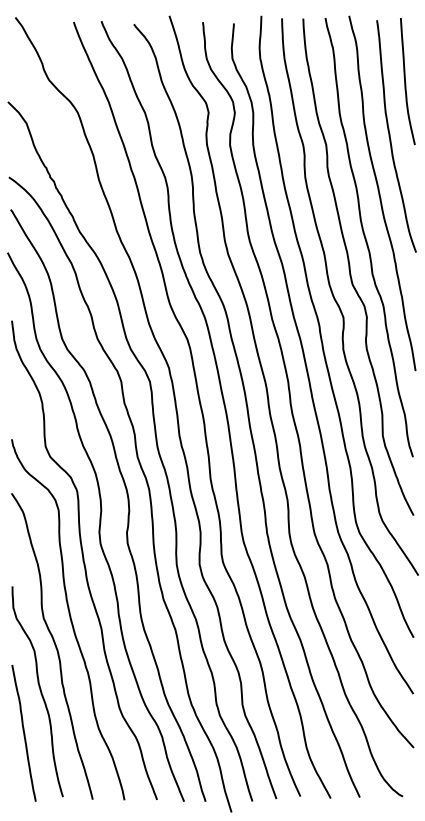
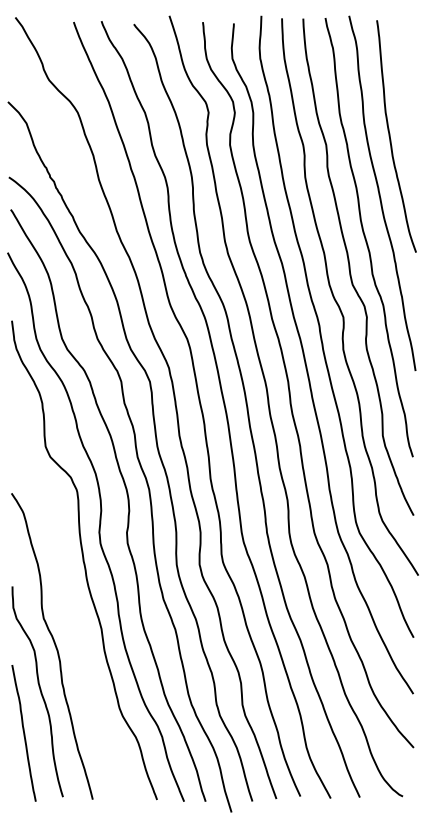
curve at (405, 81): present -> none
curve at (69, 618): present -> none
